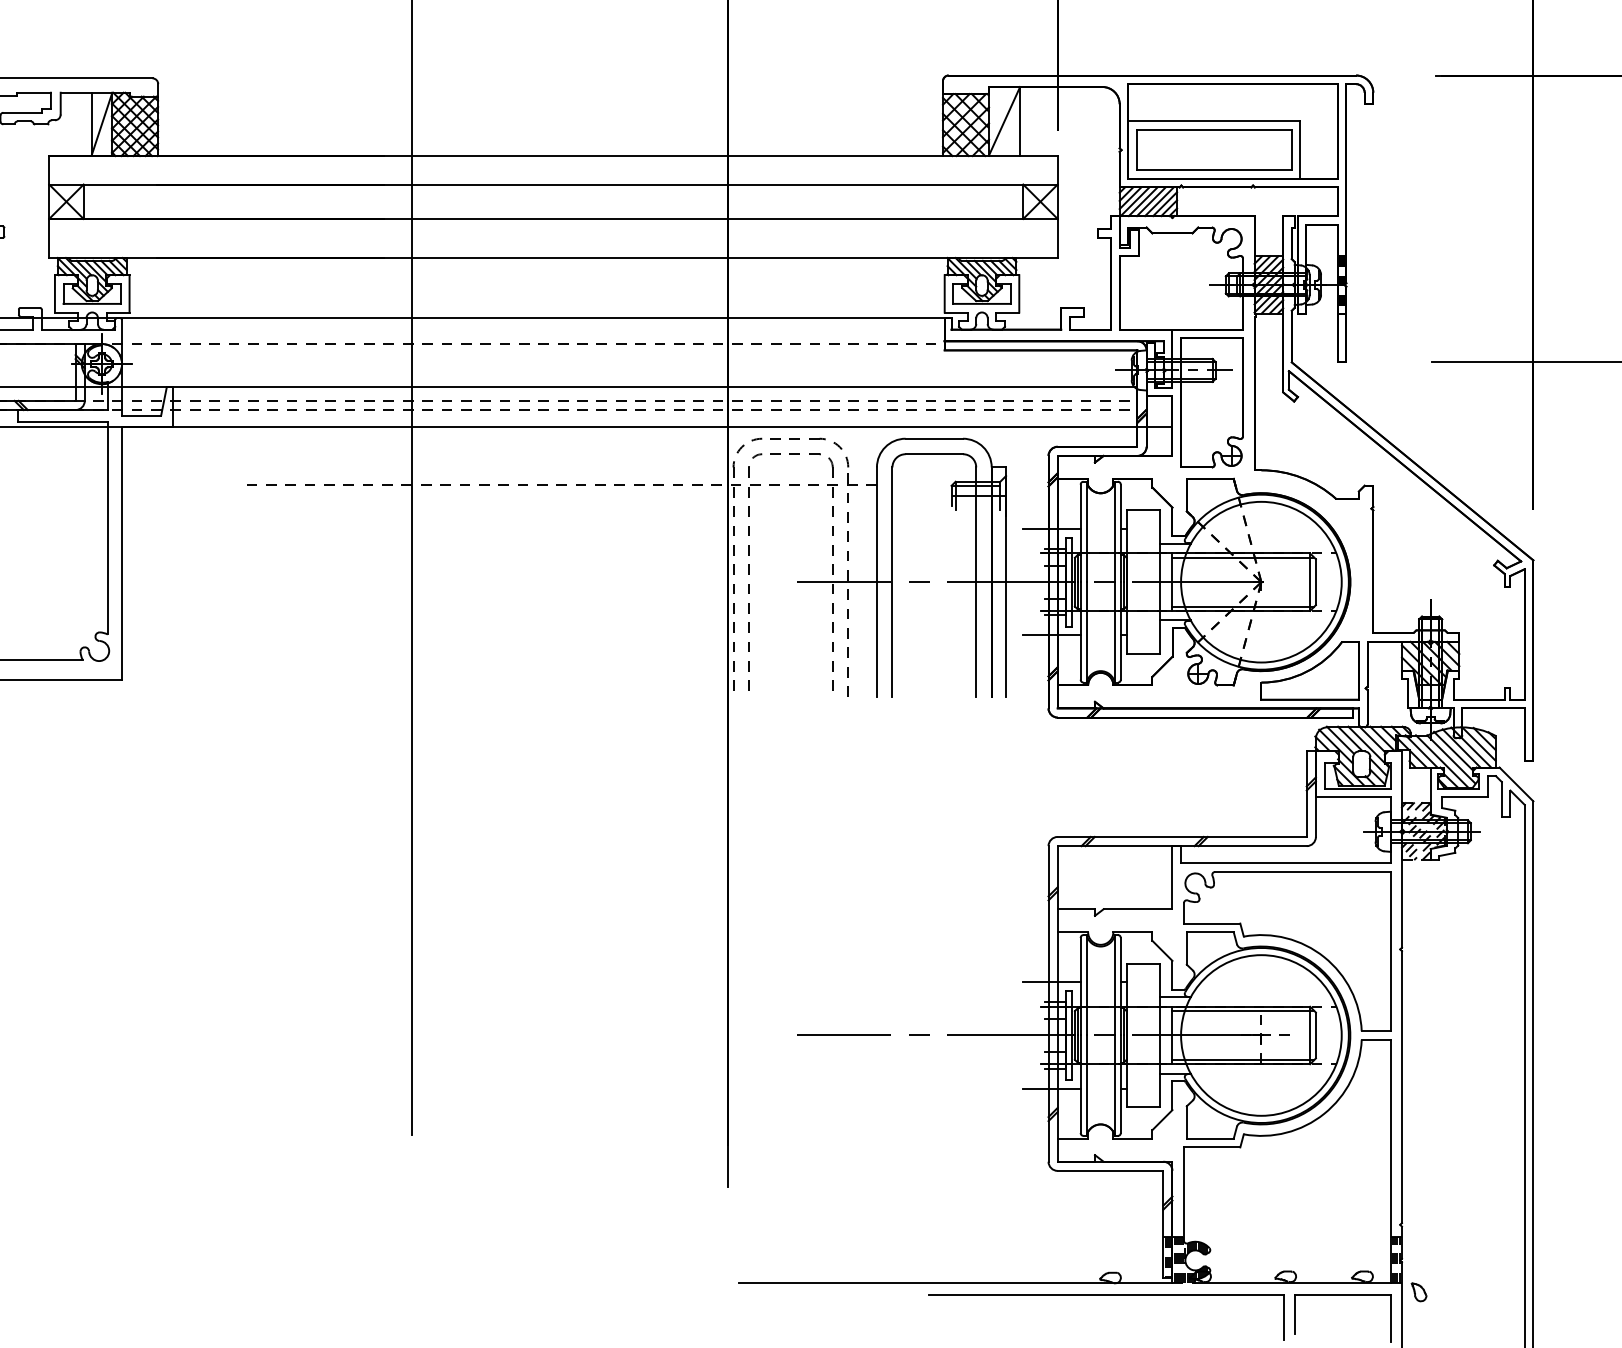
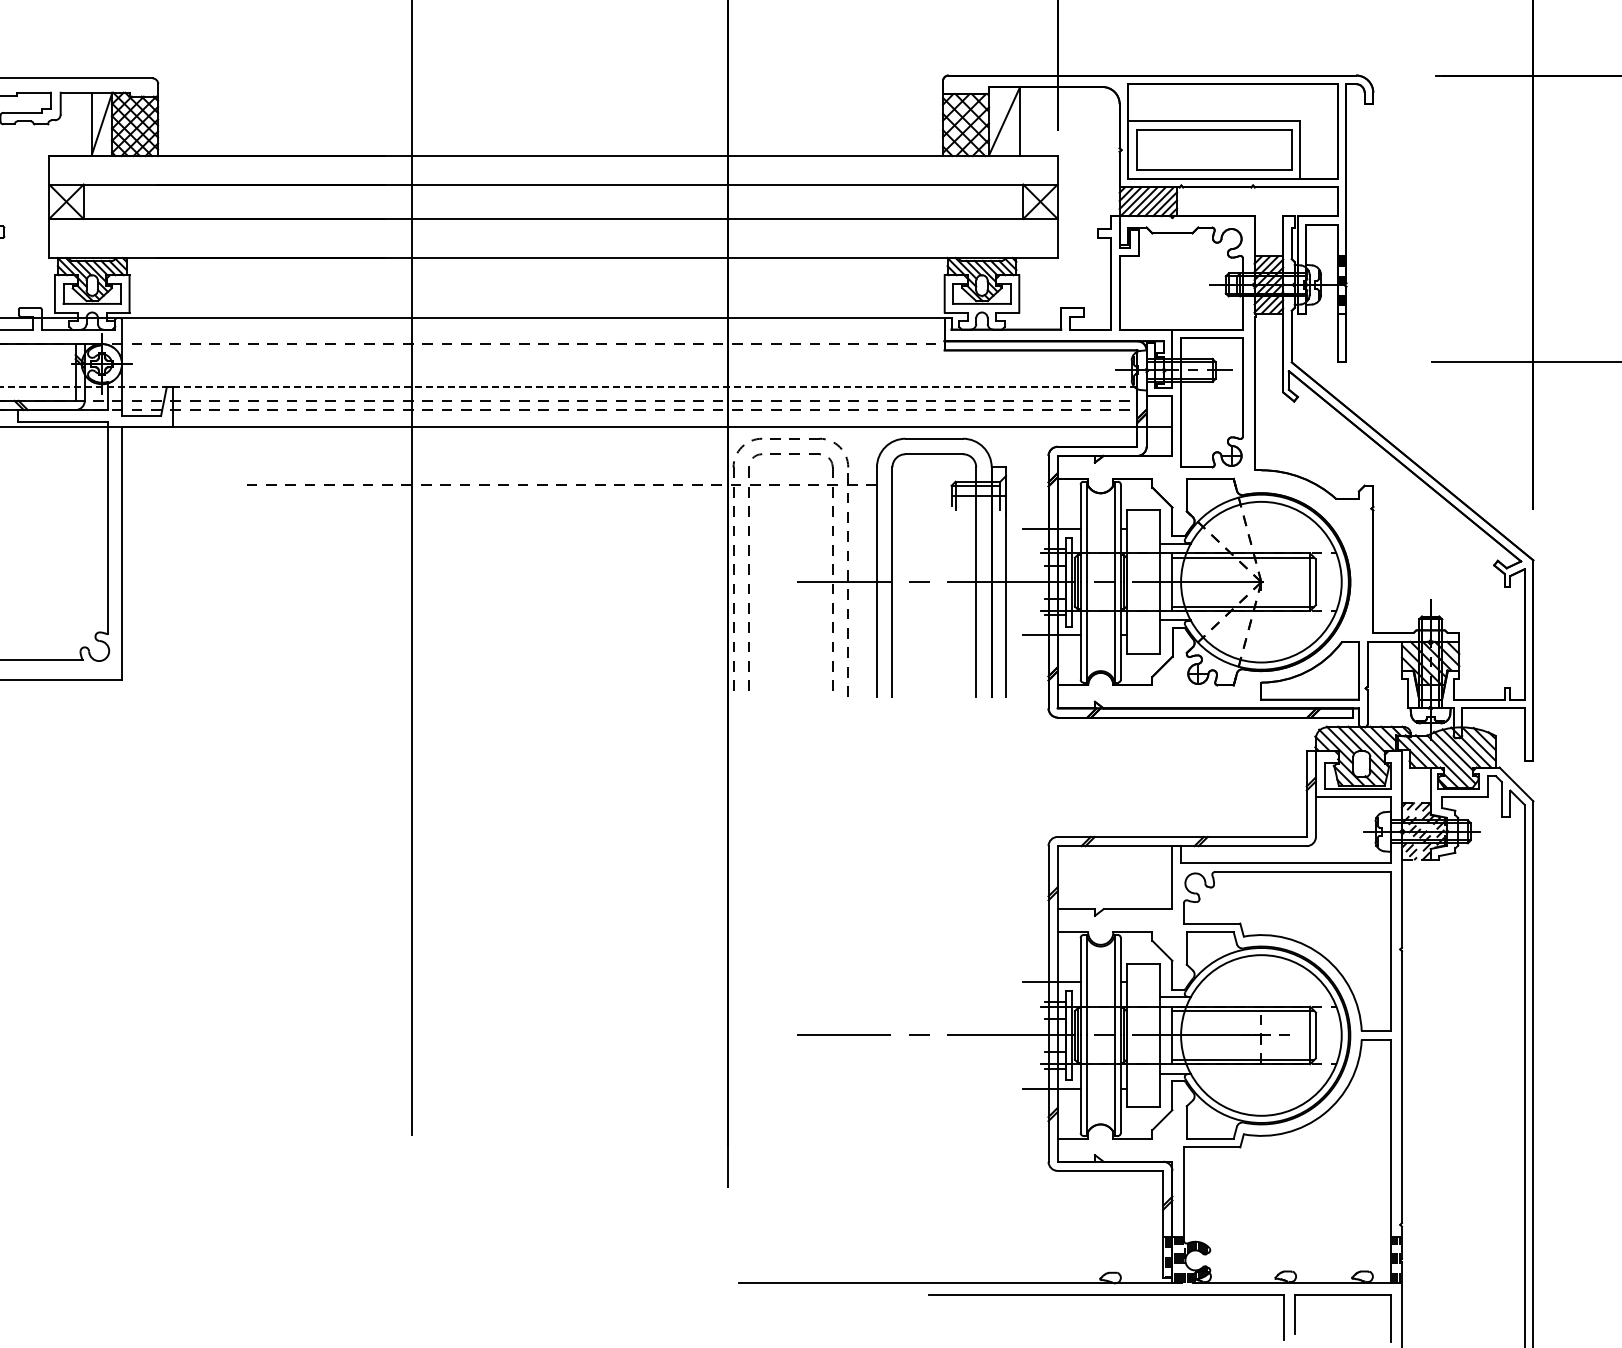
line at (569, 387): solid -> dashed
part at (1418, 1292): present -> none
